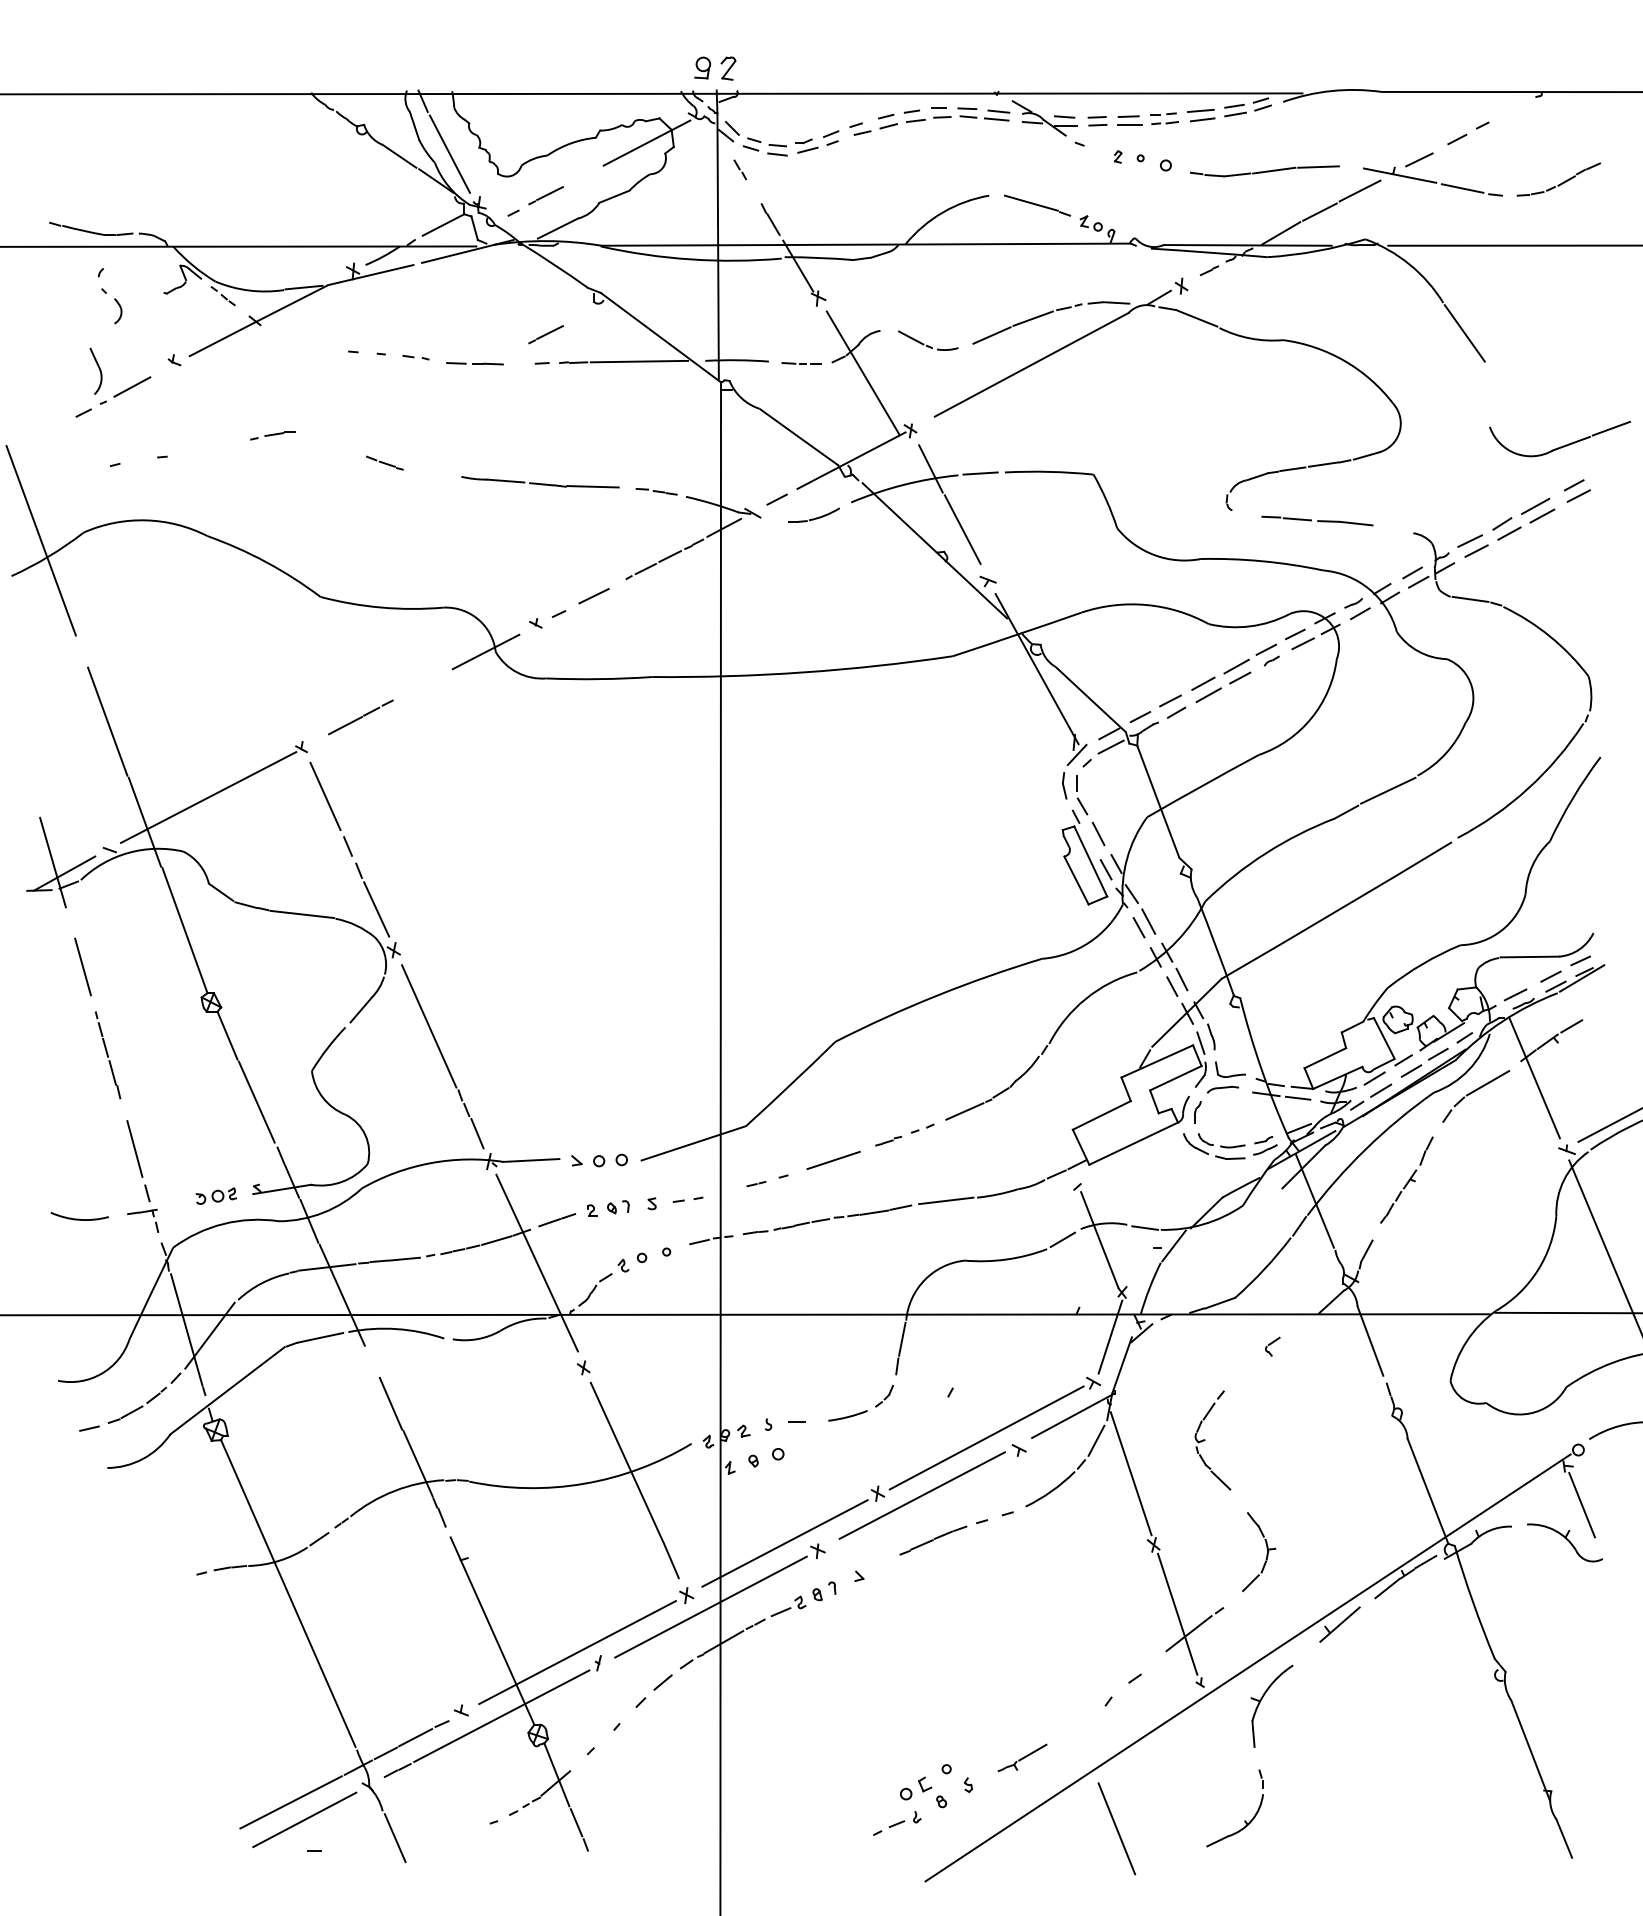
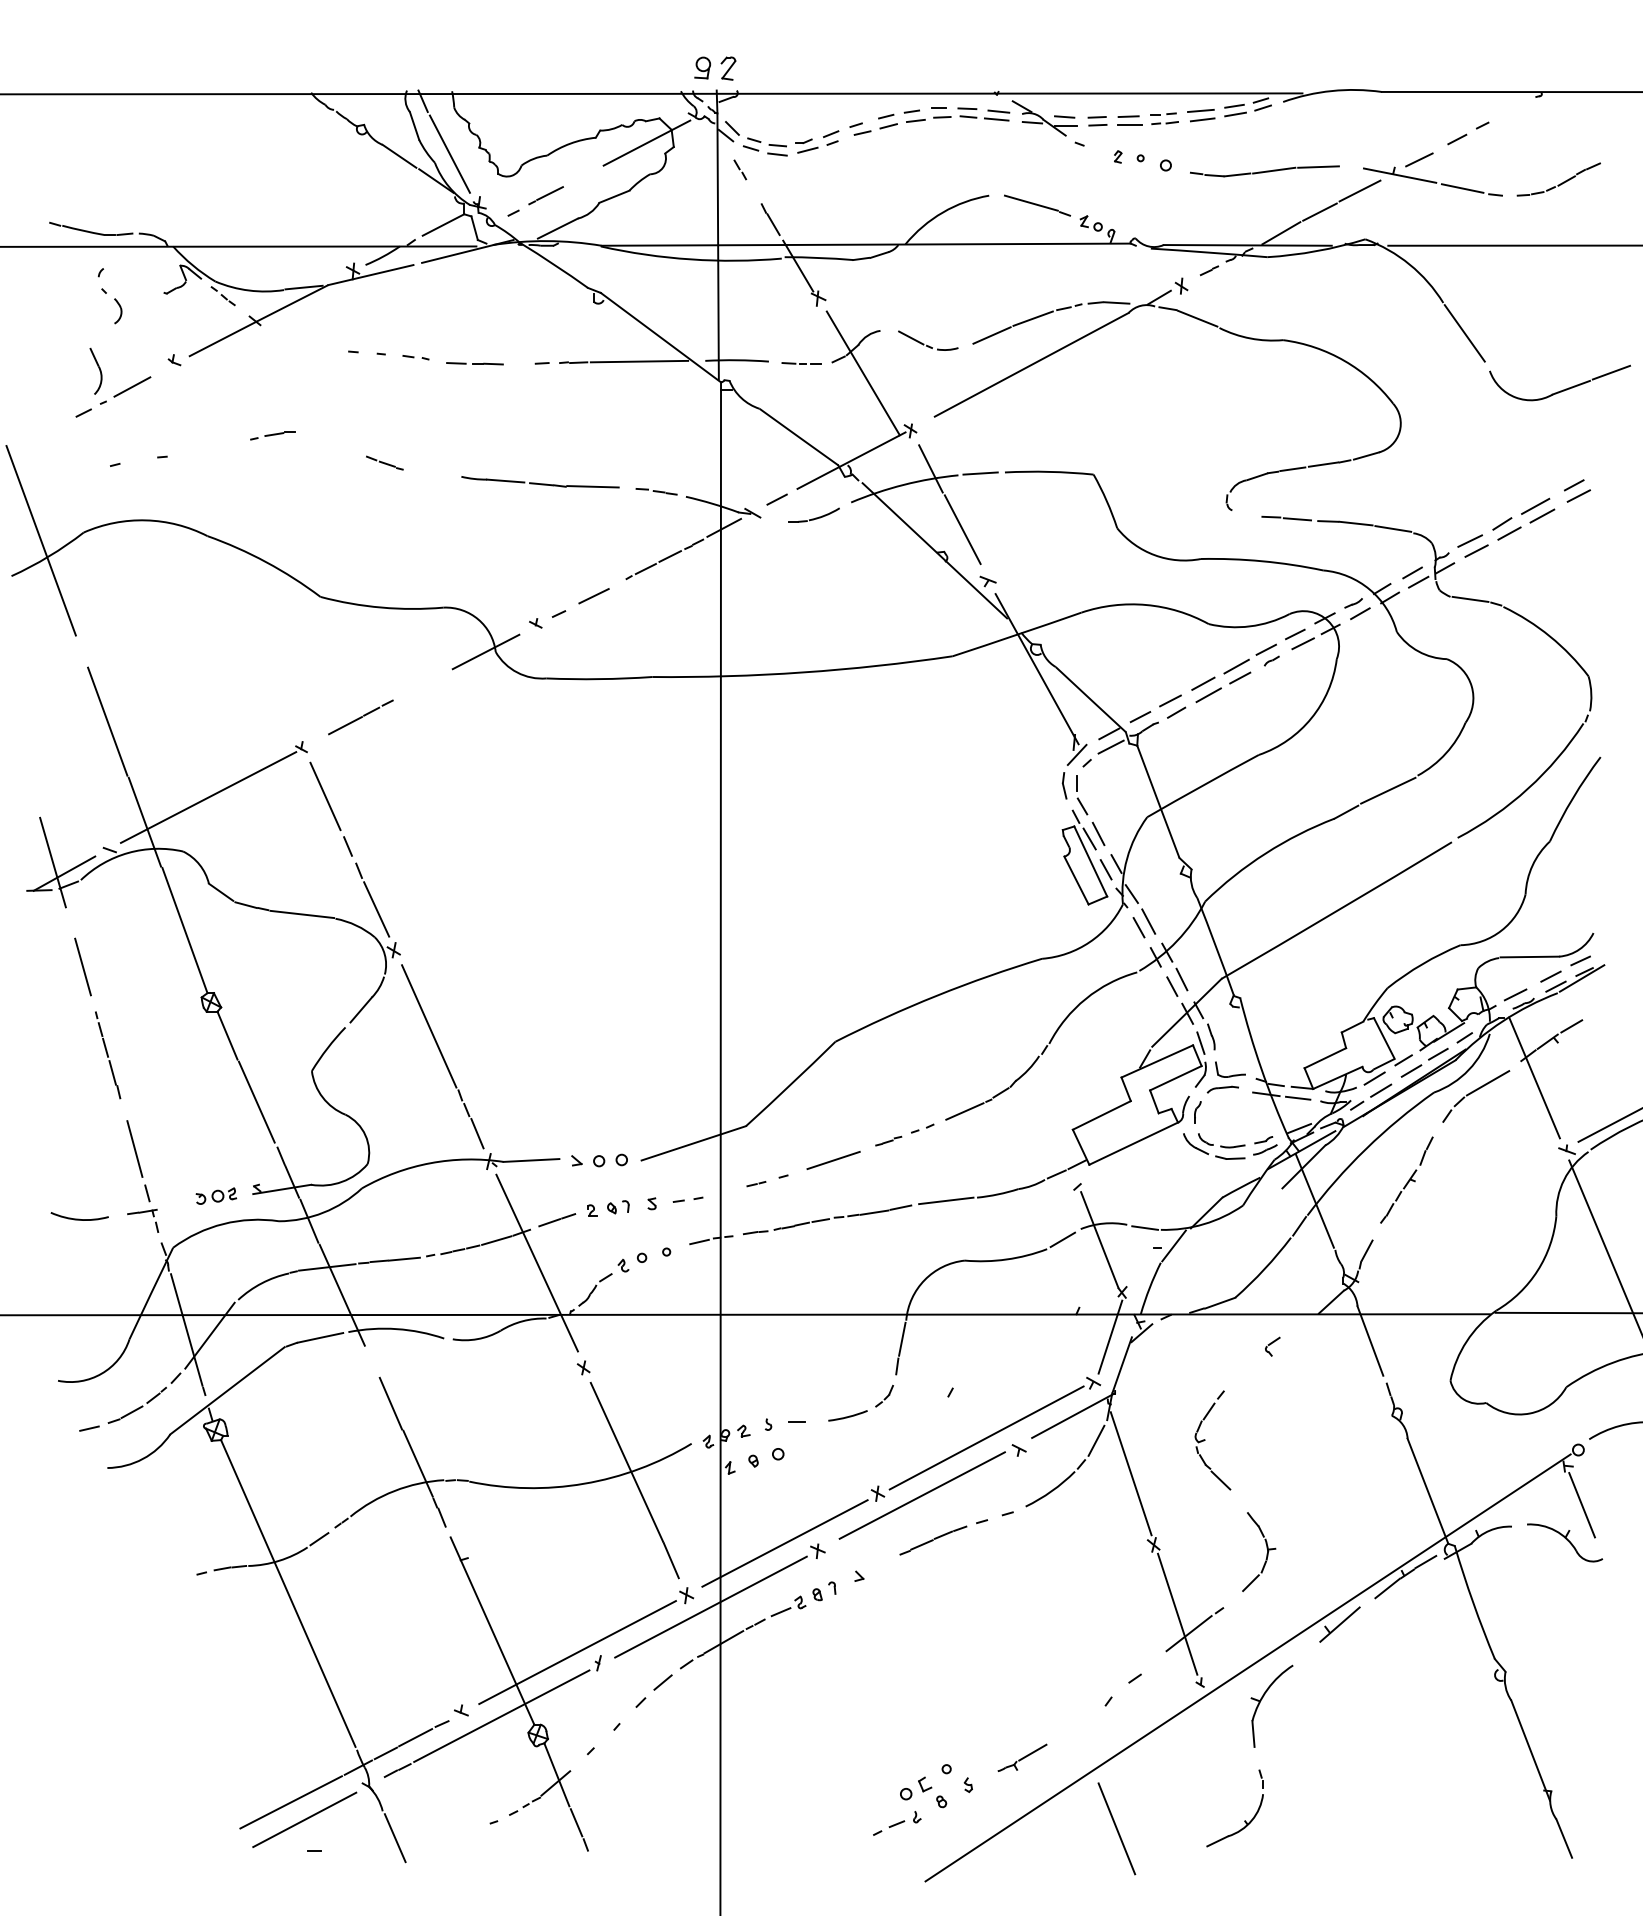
line at (545, 334): present -> none
part at (1563, 445) position: (1563, 445) -> (1563, 389)
line at (1393, 528): none -> present
line at (1089, 838): none -> present
